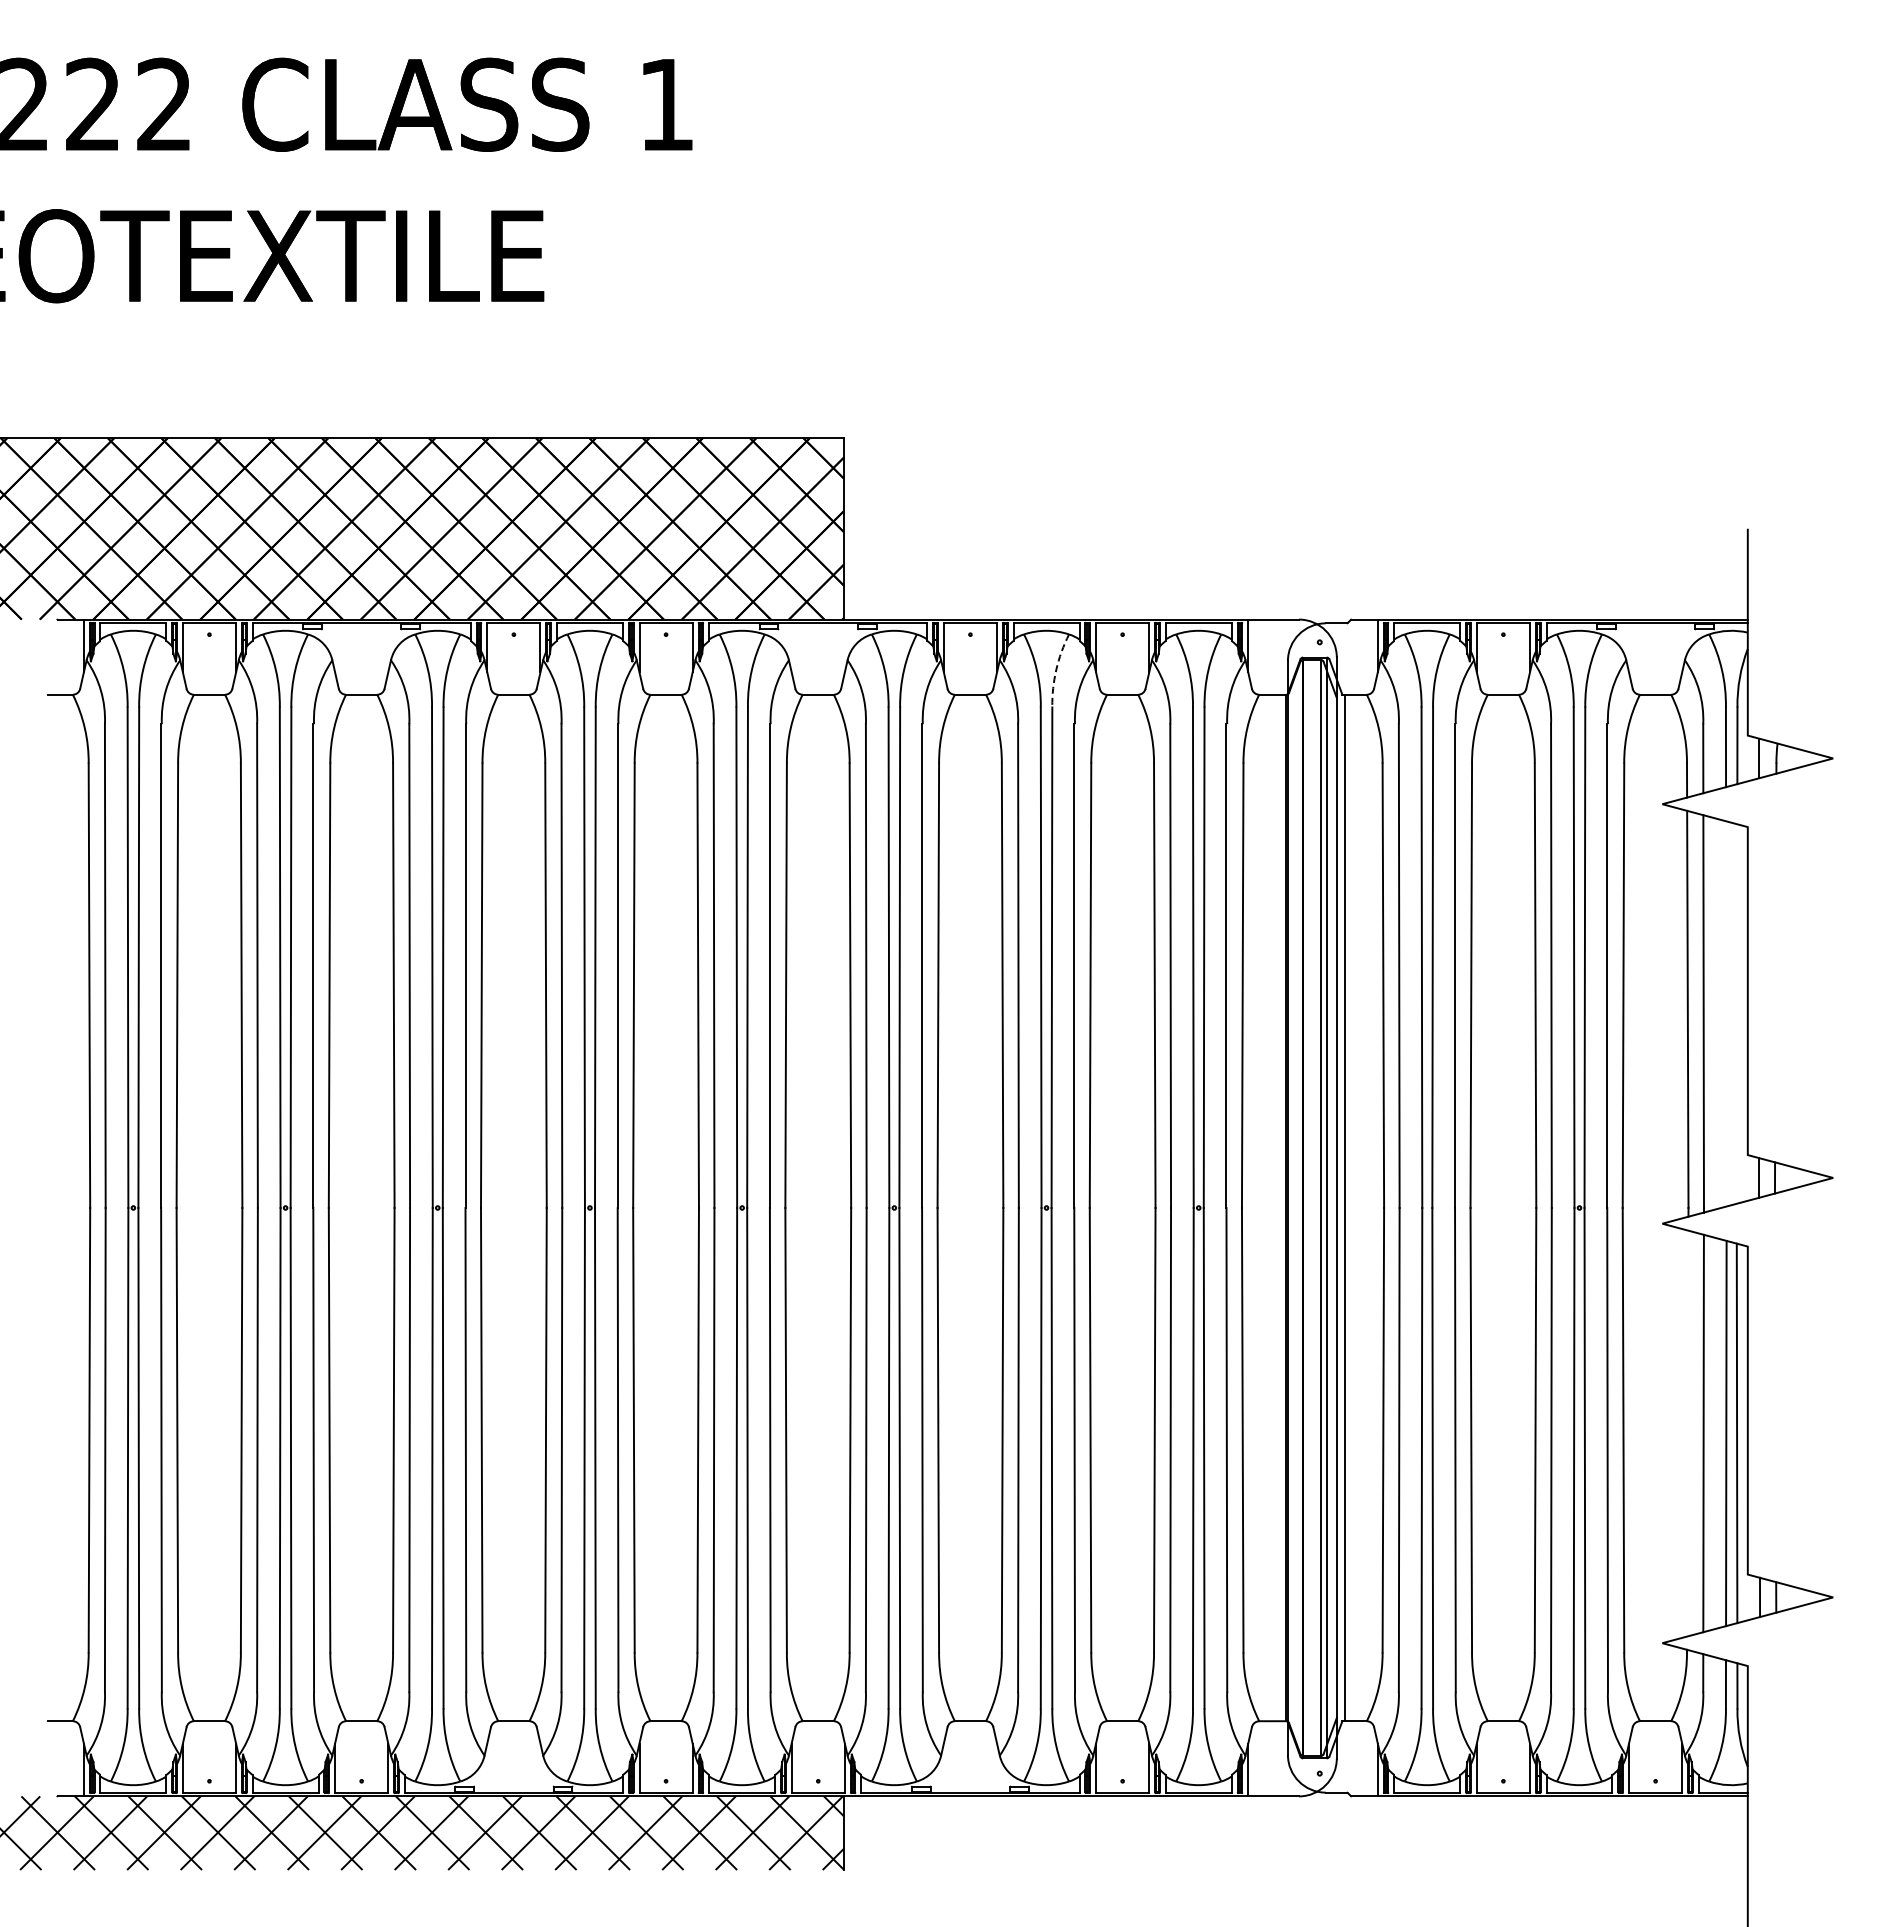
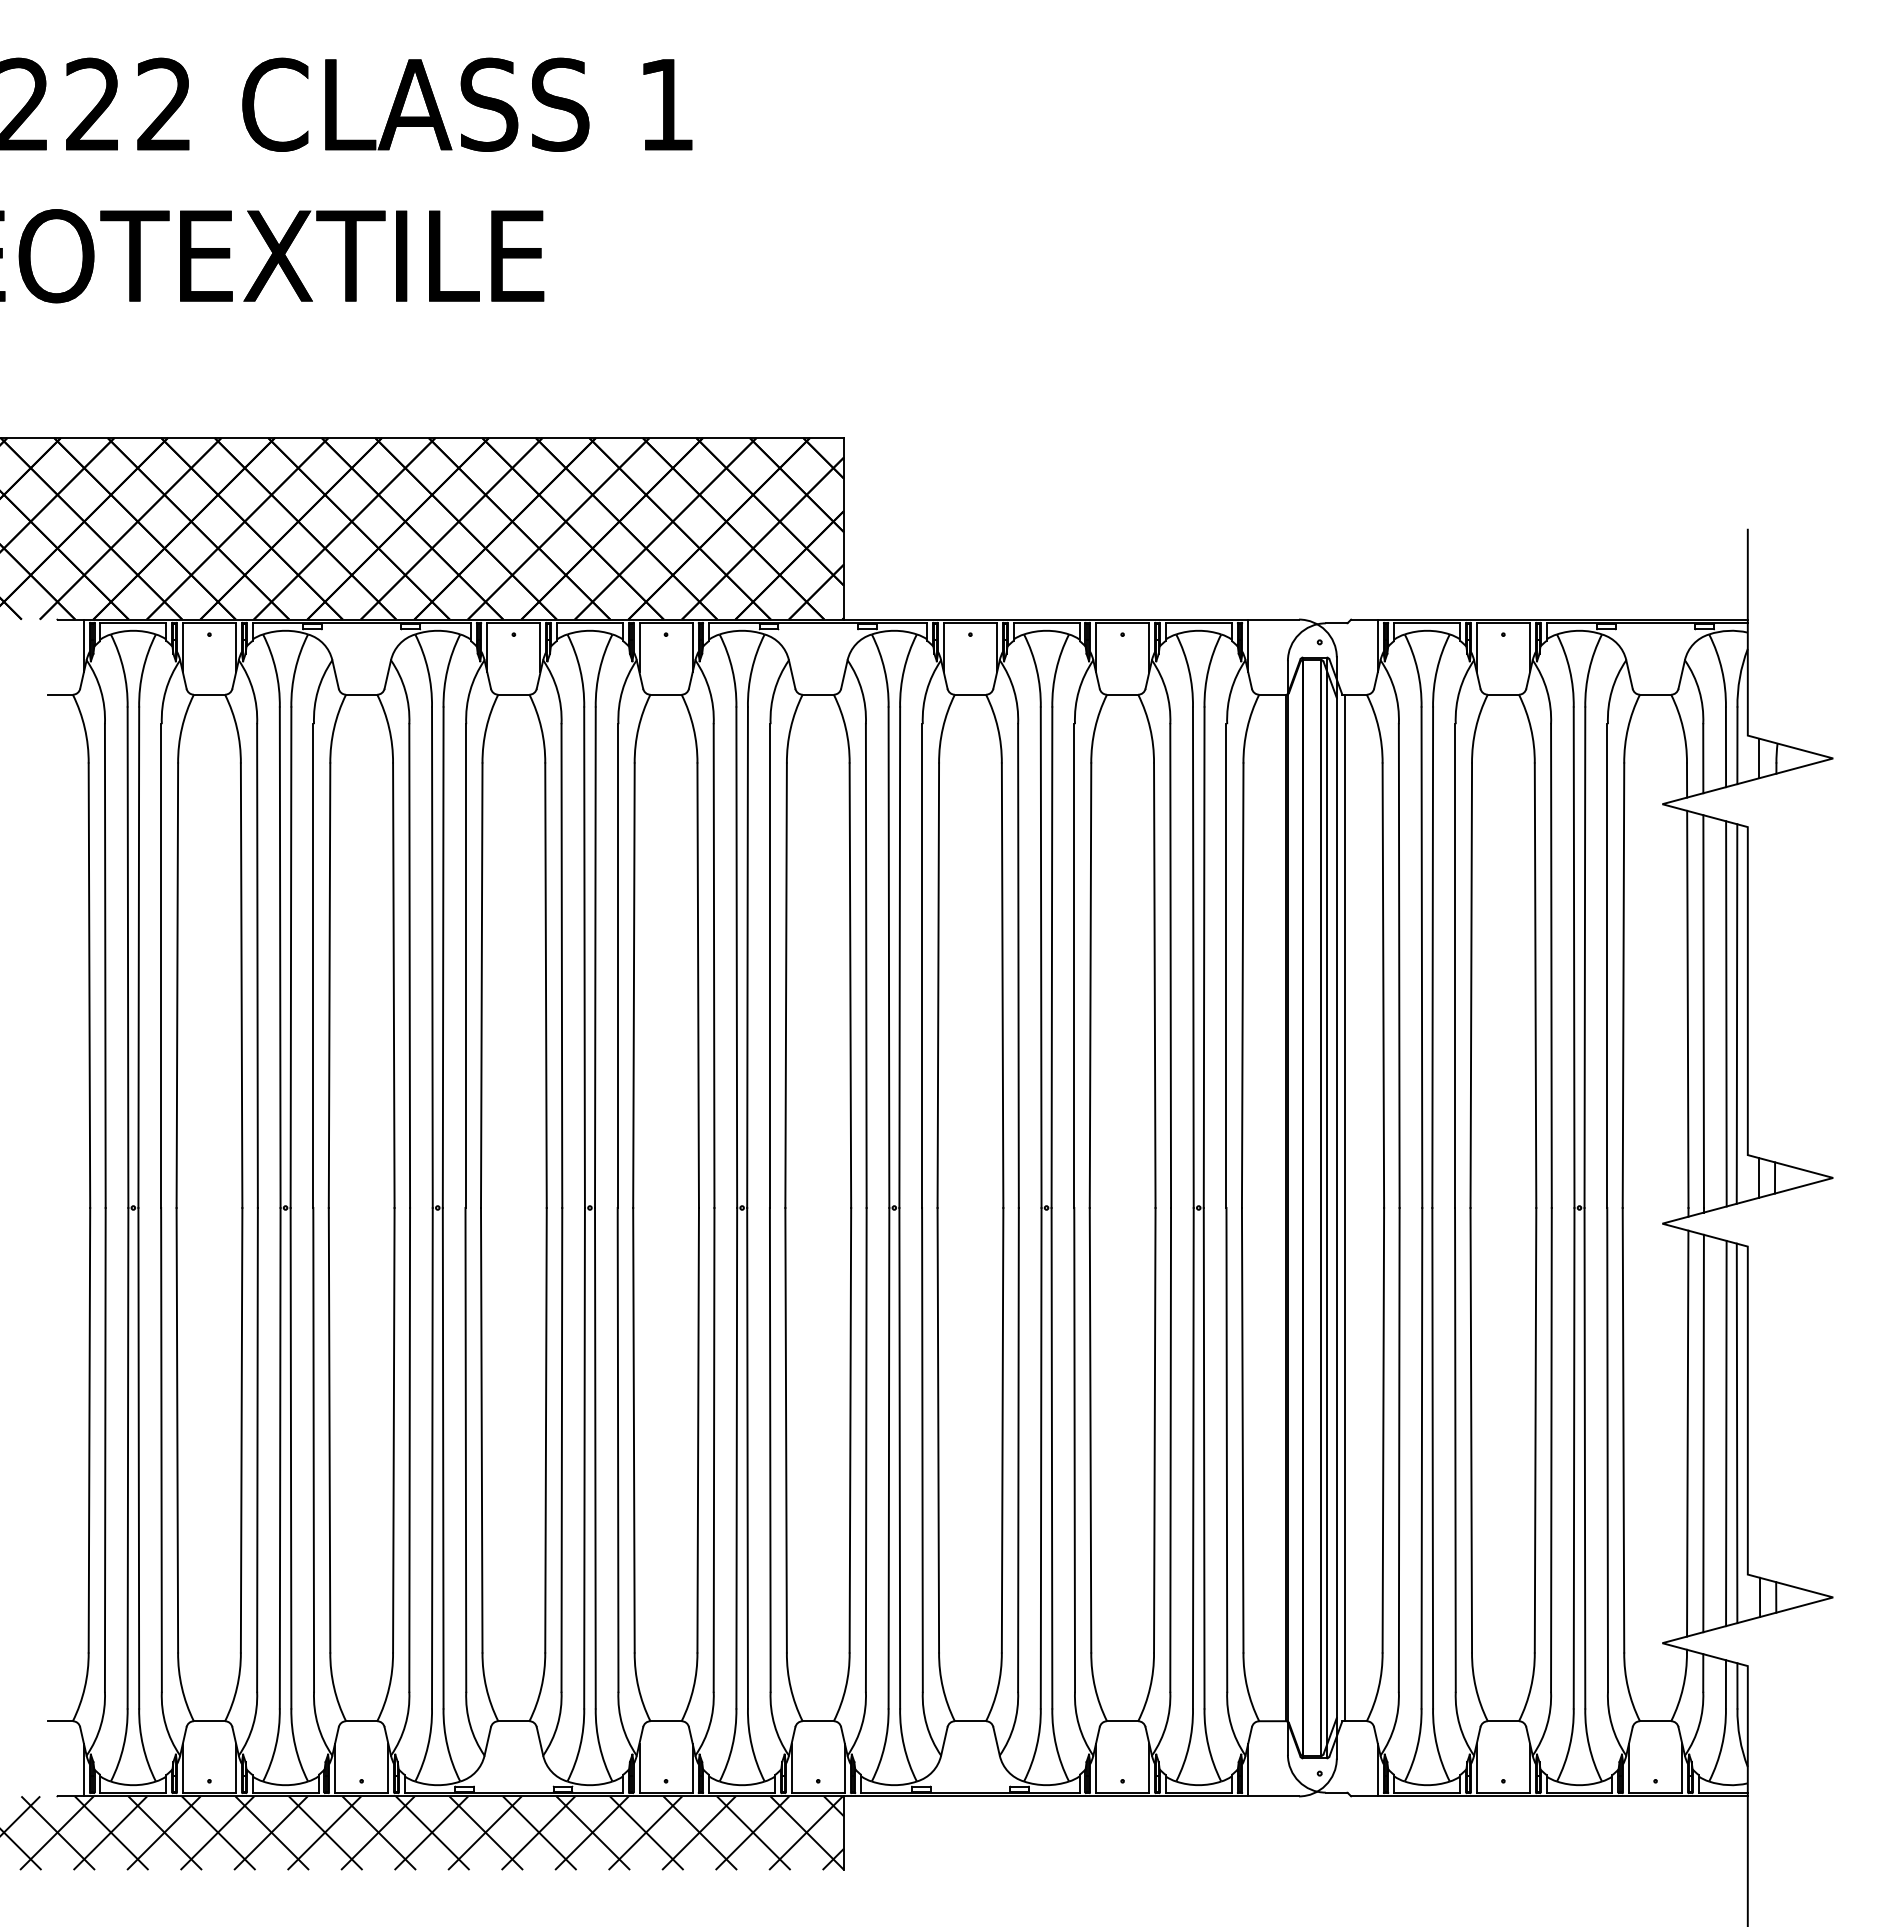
arc at (1056, 669): dashed -> solid
line at (1726, 1013): none -> present
line at (1736, 1013): none -> present
line at (1687, 1433): none -> present
